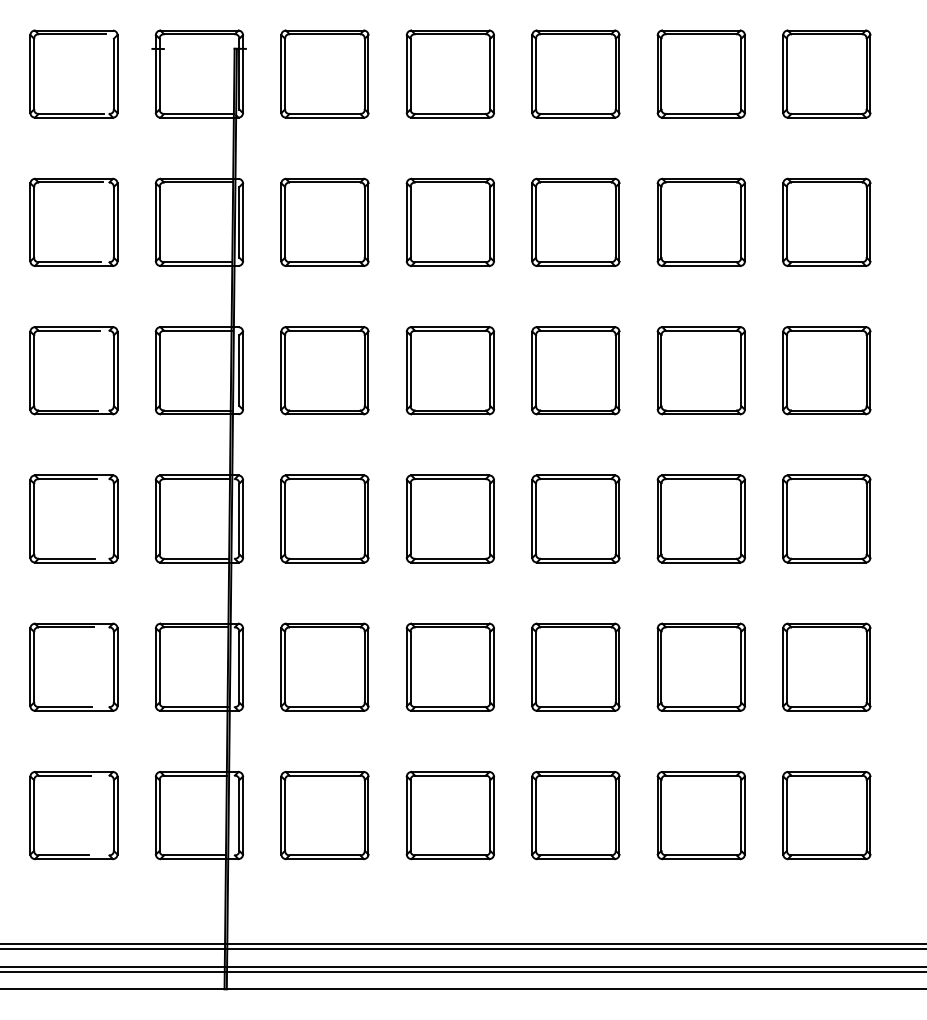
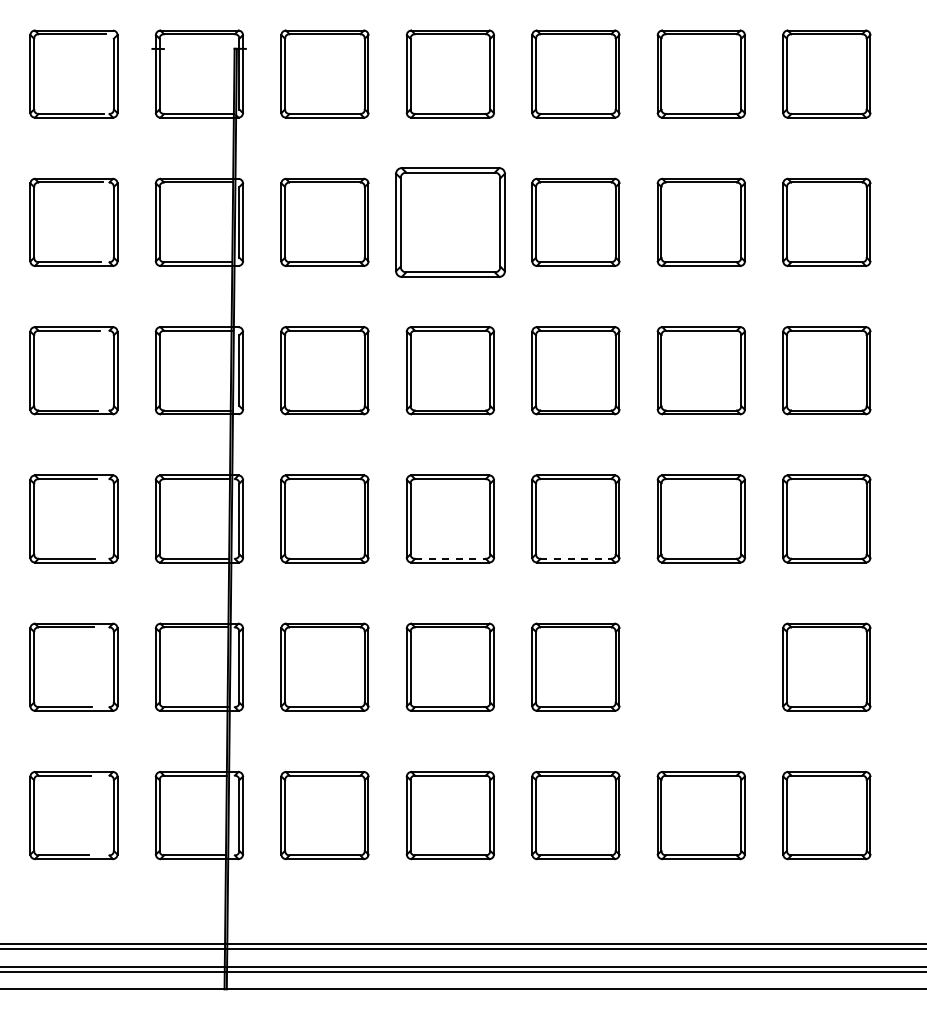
part at (449, 221) size: 90x90 px -> 111x111 px
line at (450, 558): solid -> dashed
line at (576, 558): solid -> dashed
part at (700, 666): present -> none
